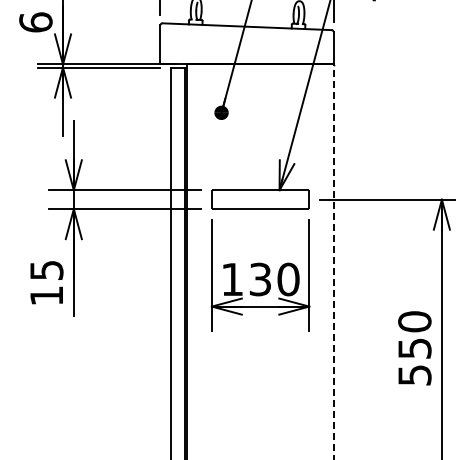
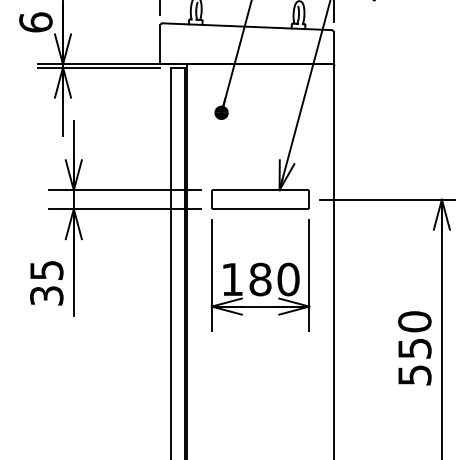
line at (333, 262): dashed -> solid
text at (260, 279): 130 -> 180
text at (46, 295): 15 -> 35
